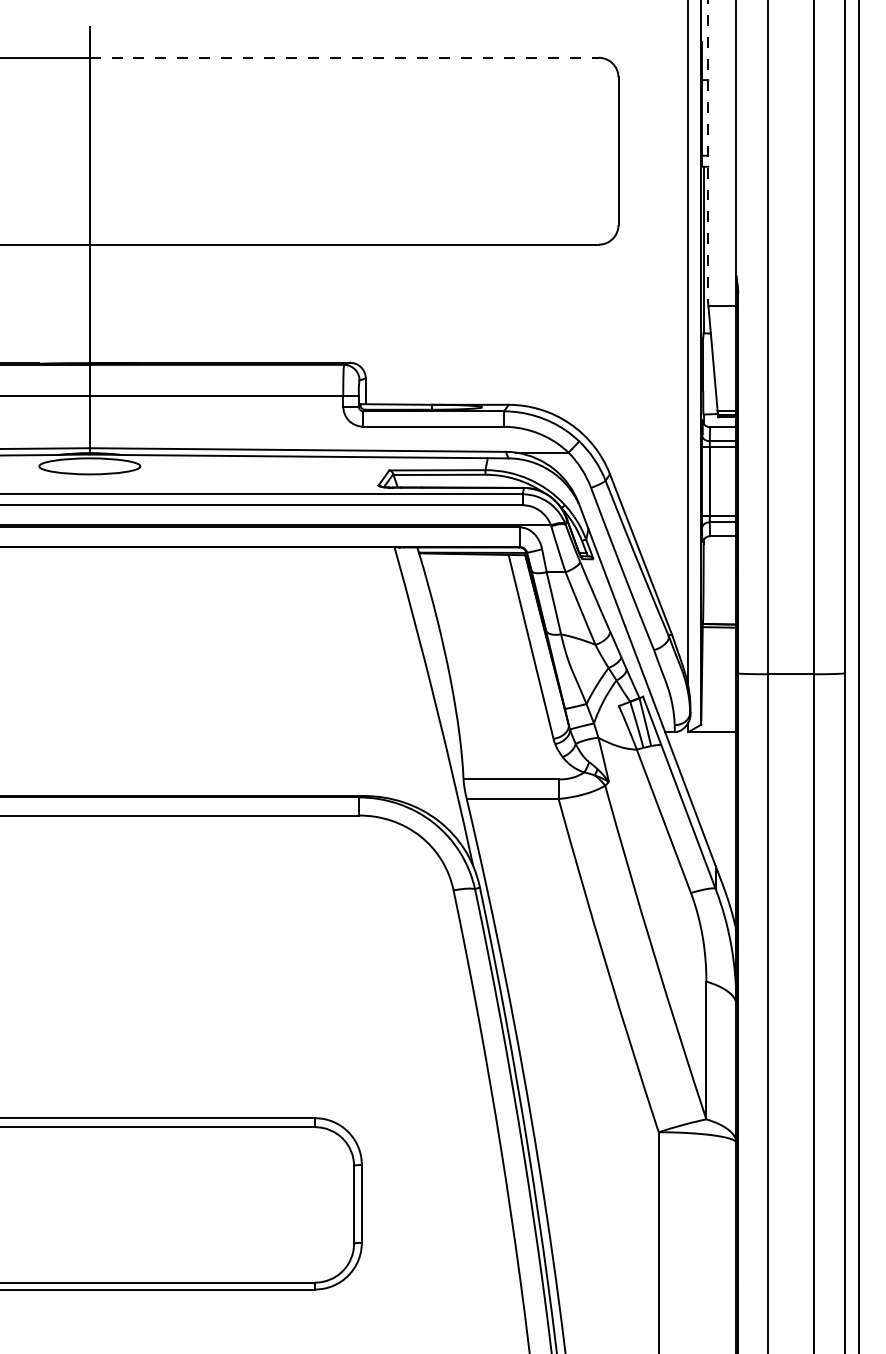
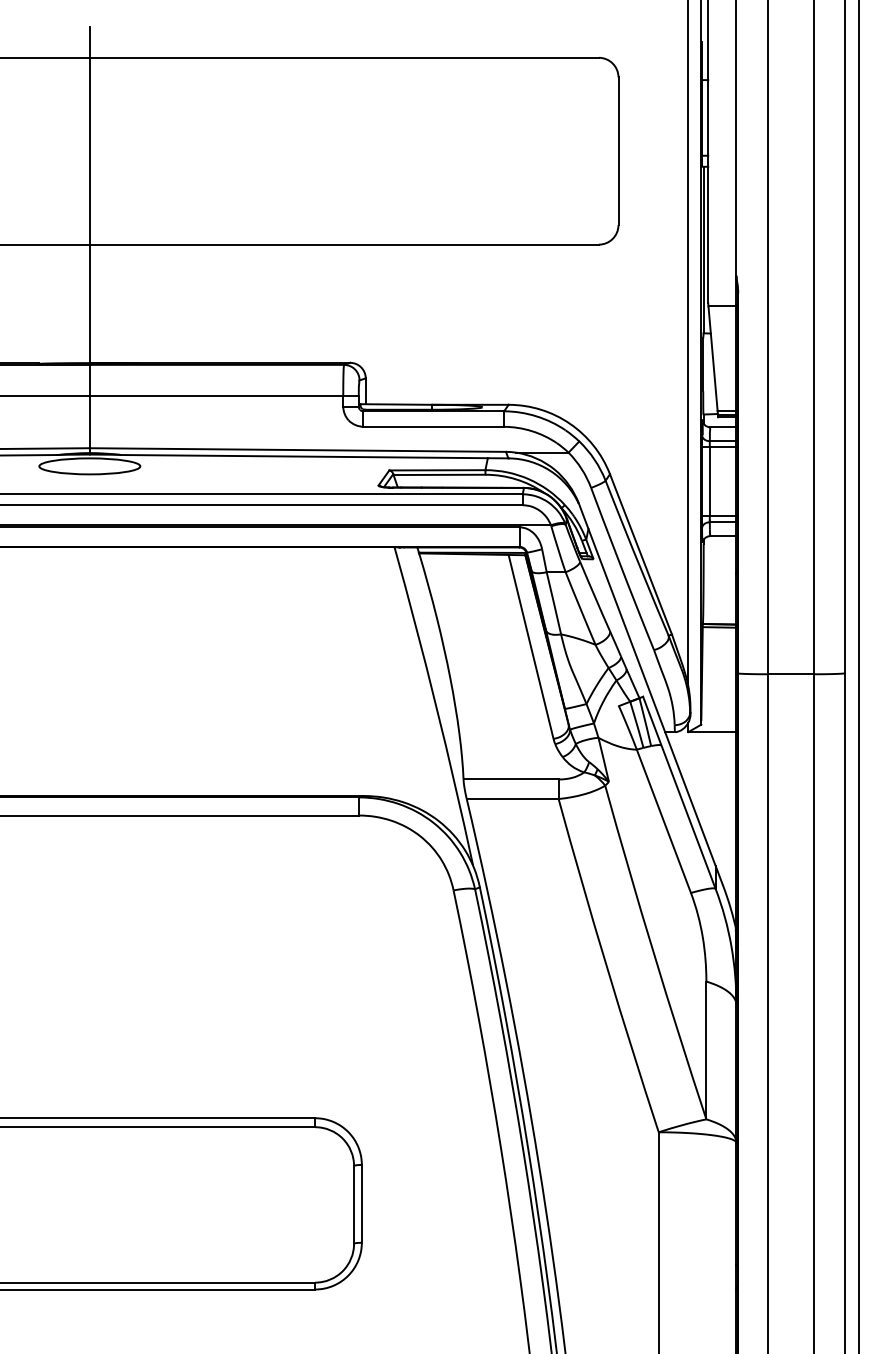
line at (344, 57): dashed -> solid
line at (708, 152): dashed -> solid
